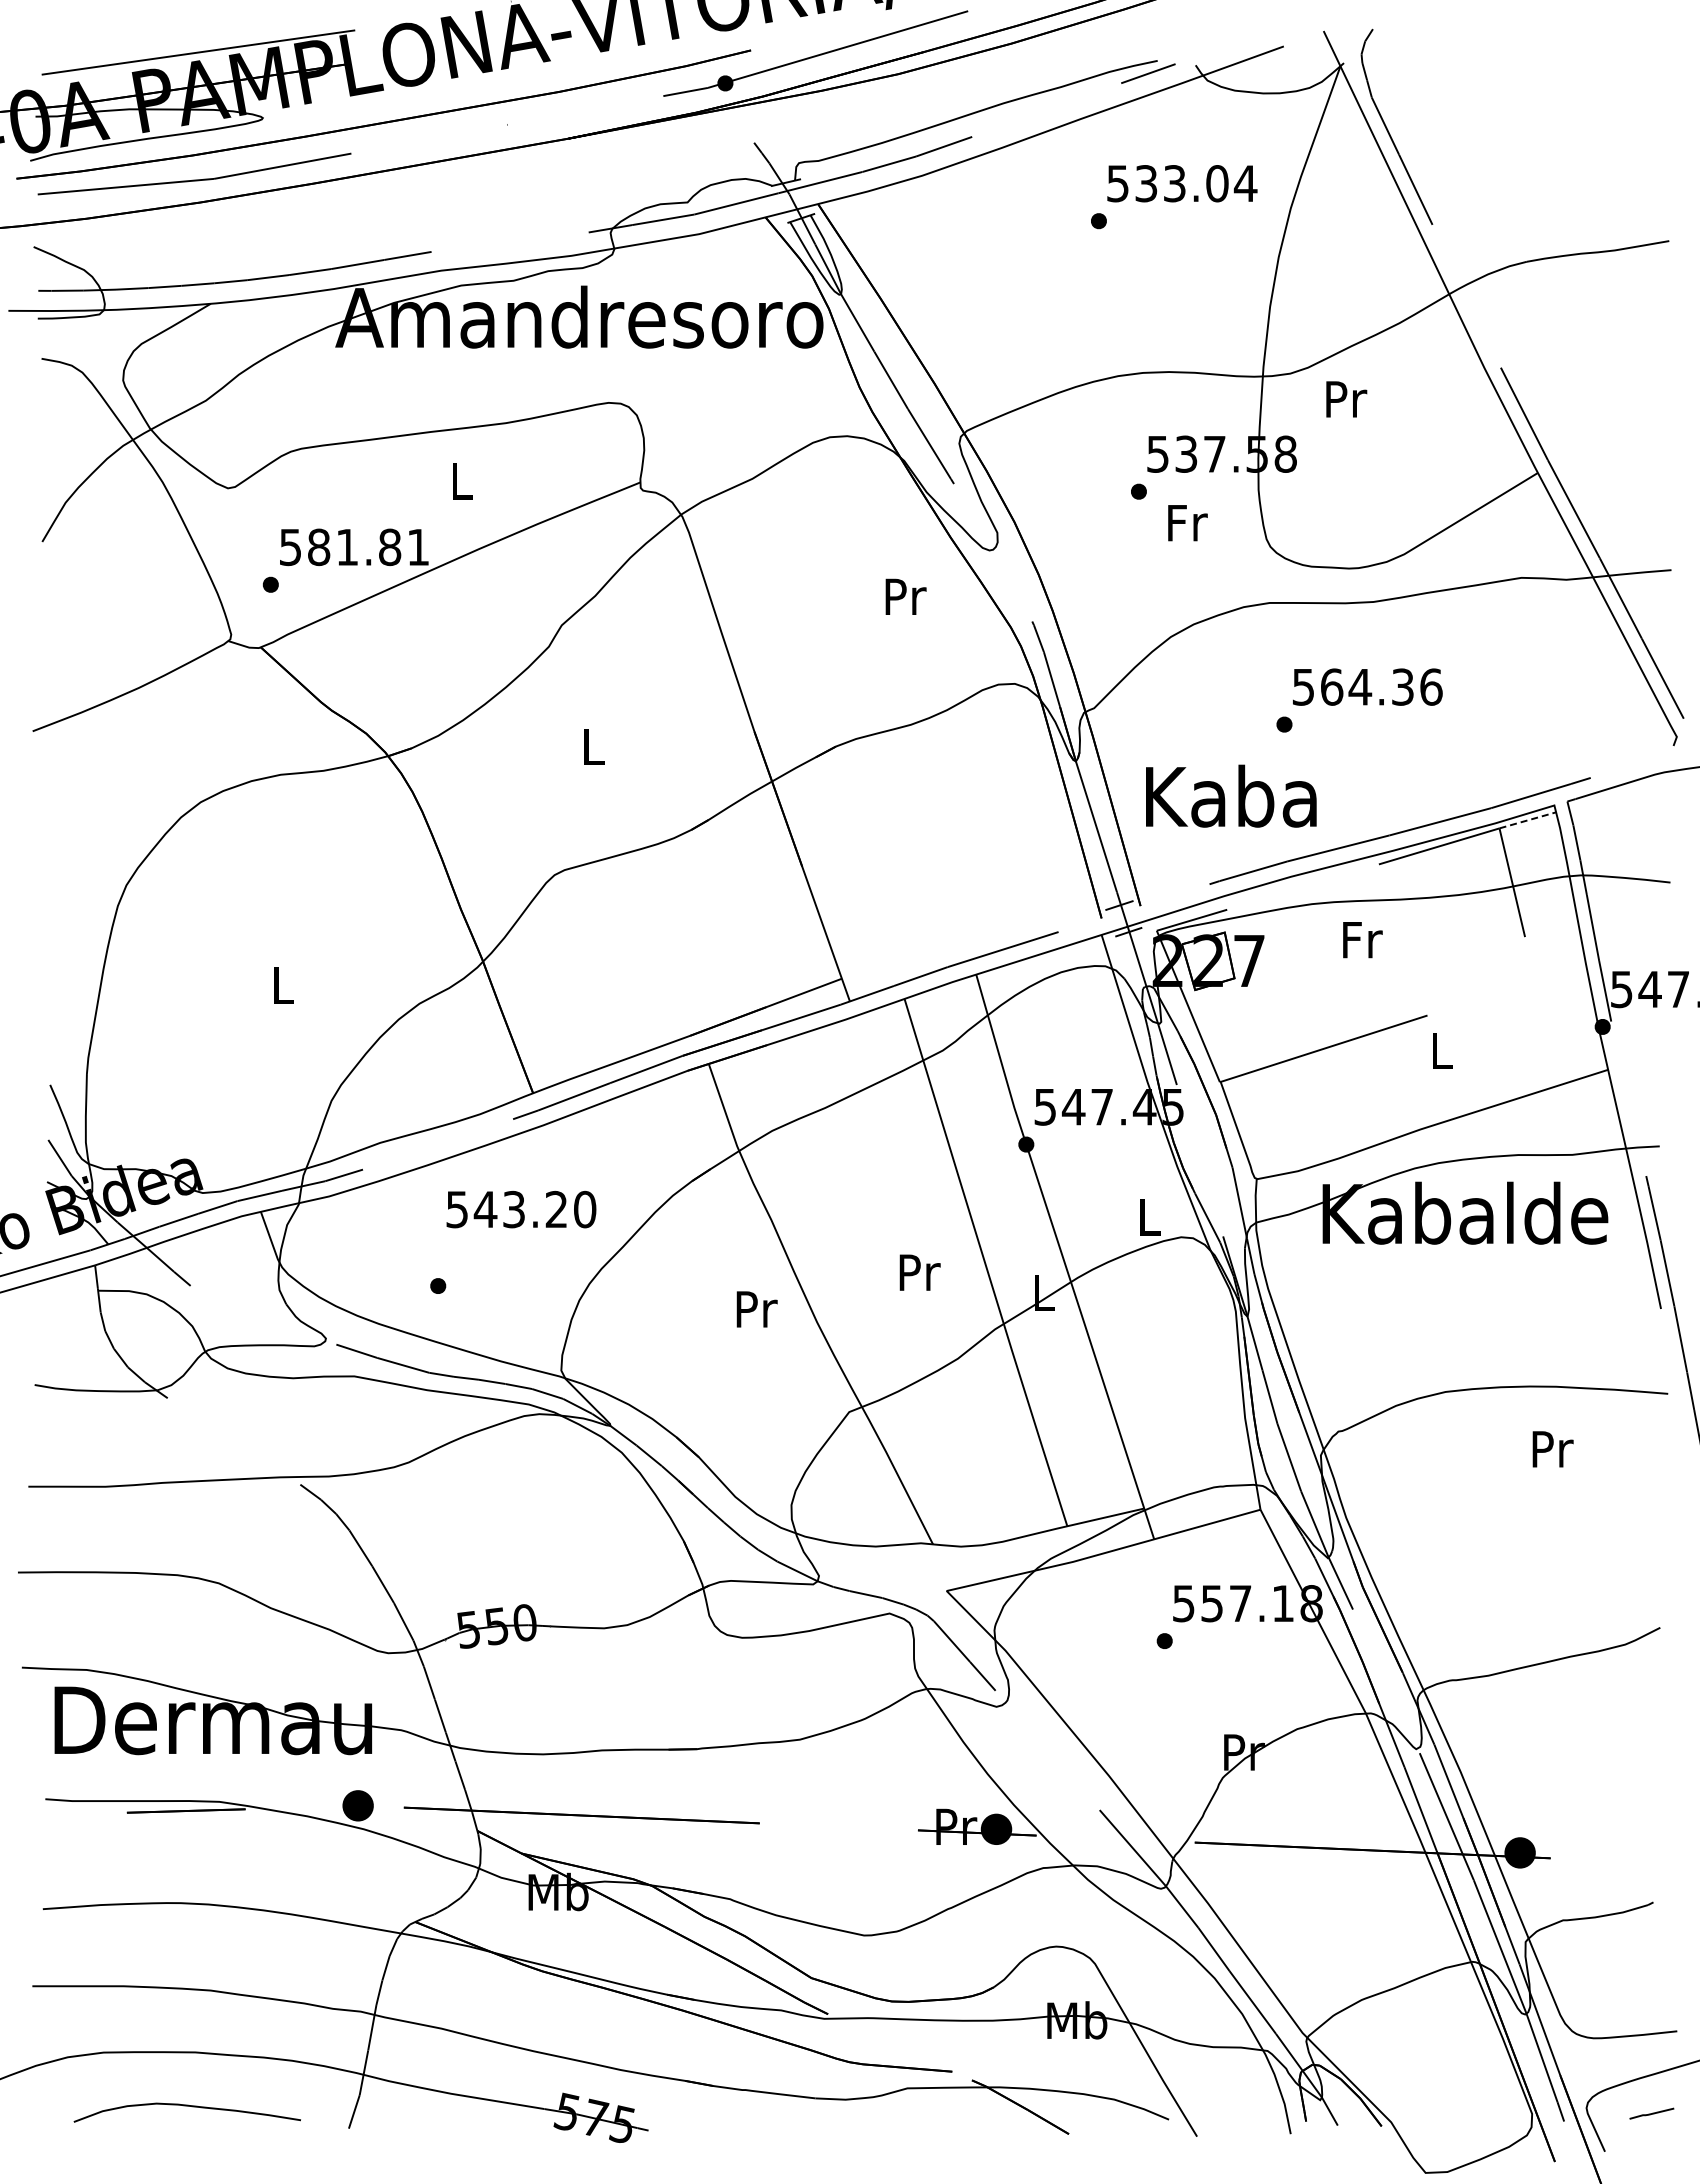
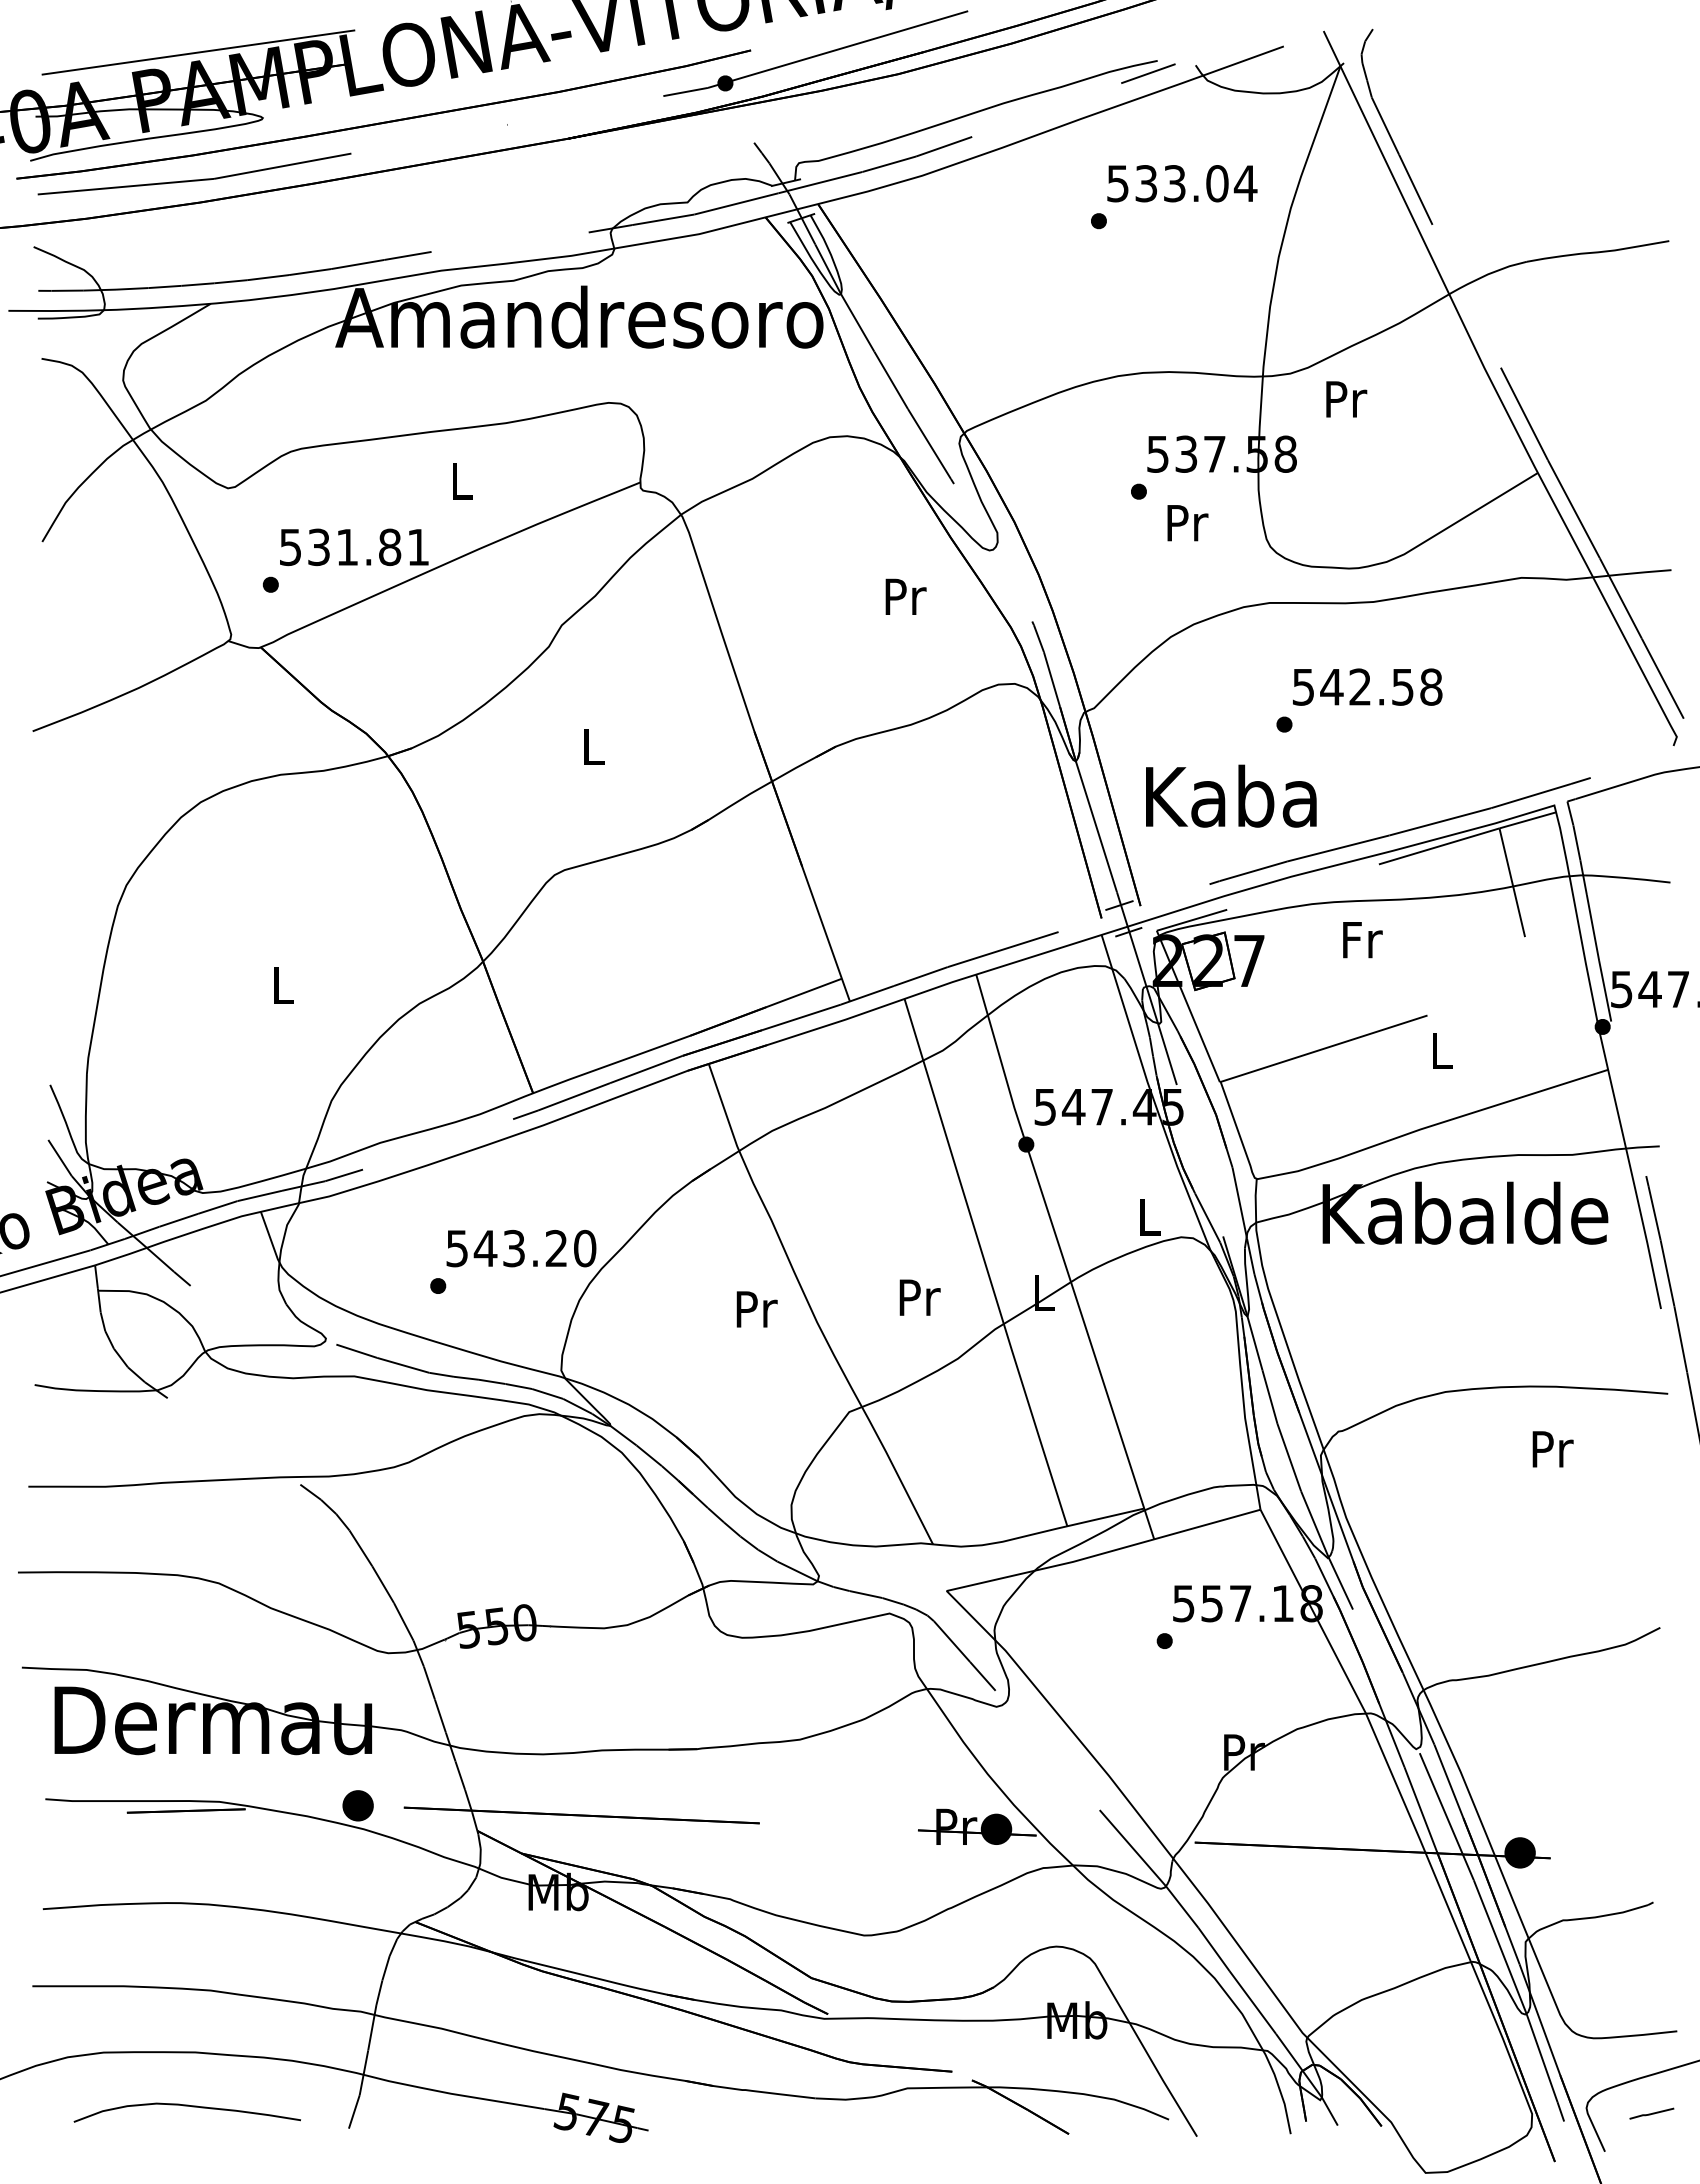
text at (1187, 523): Fr -> Pr
text at (319, 547): 581.81 -> 531.81
text at (1381, 686): 564.36 -> 542.58
line at (1527, 820): dashed -> solid
text at (521, 1209) position: (521, 1209) -> (521, 1248)
text at (919, 1272) position: (919, 1272) -> (919, 1297)
